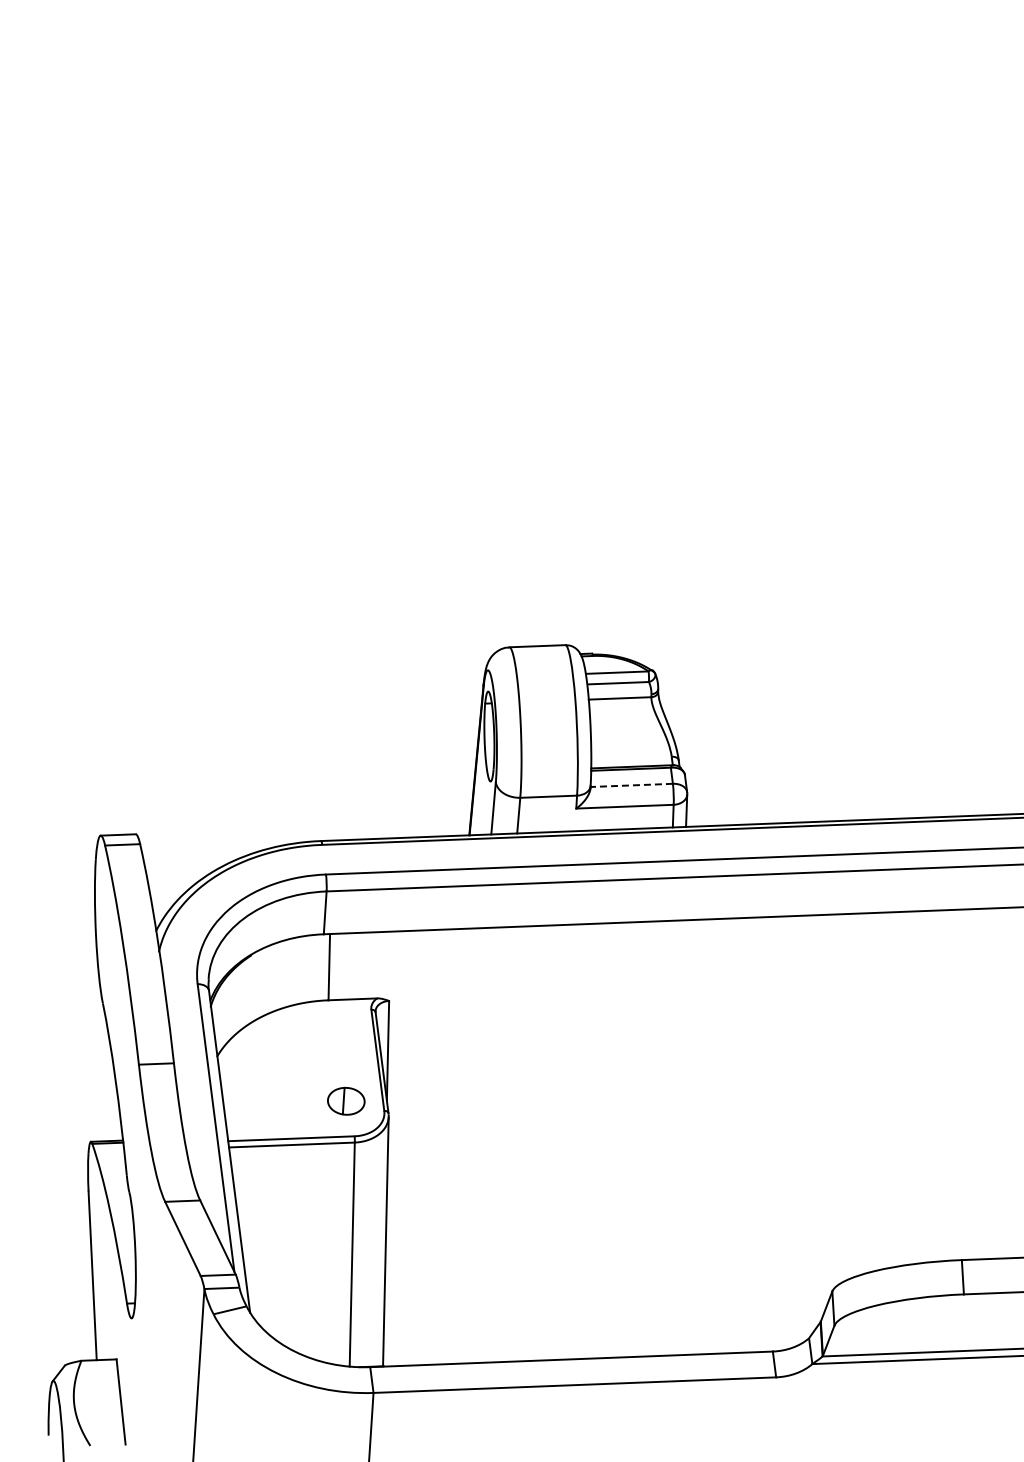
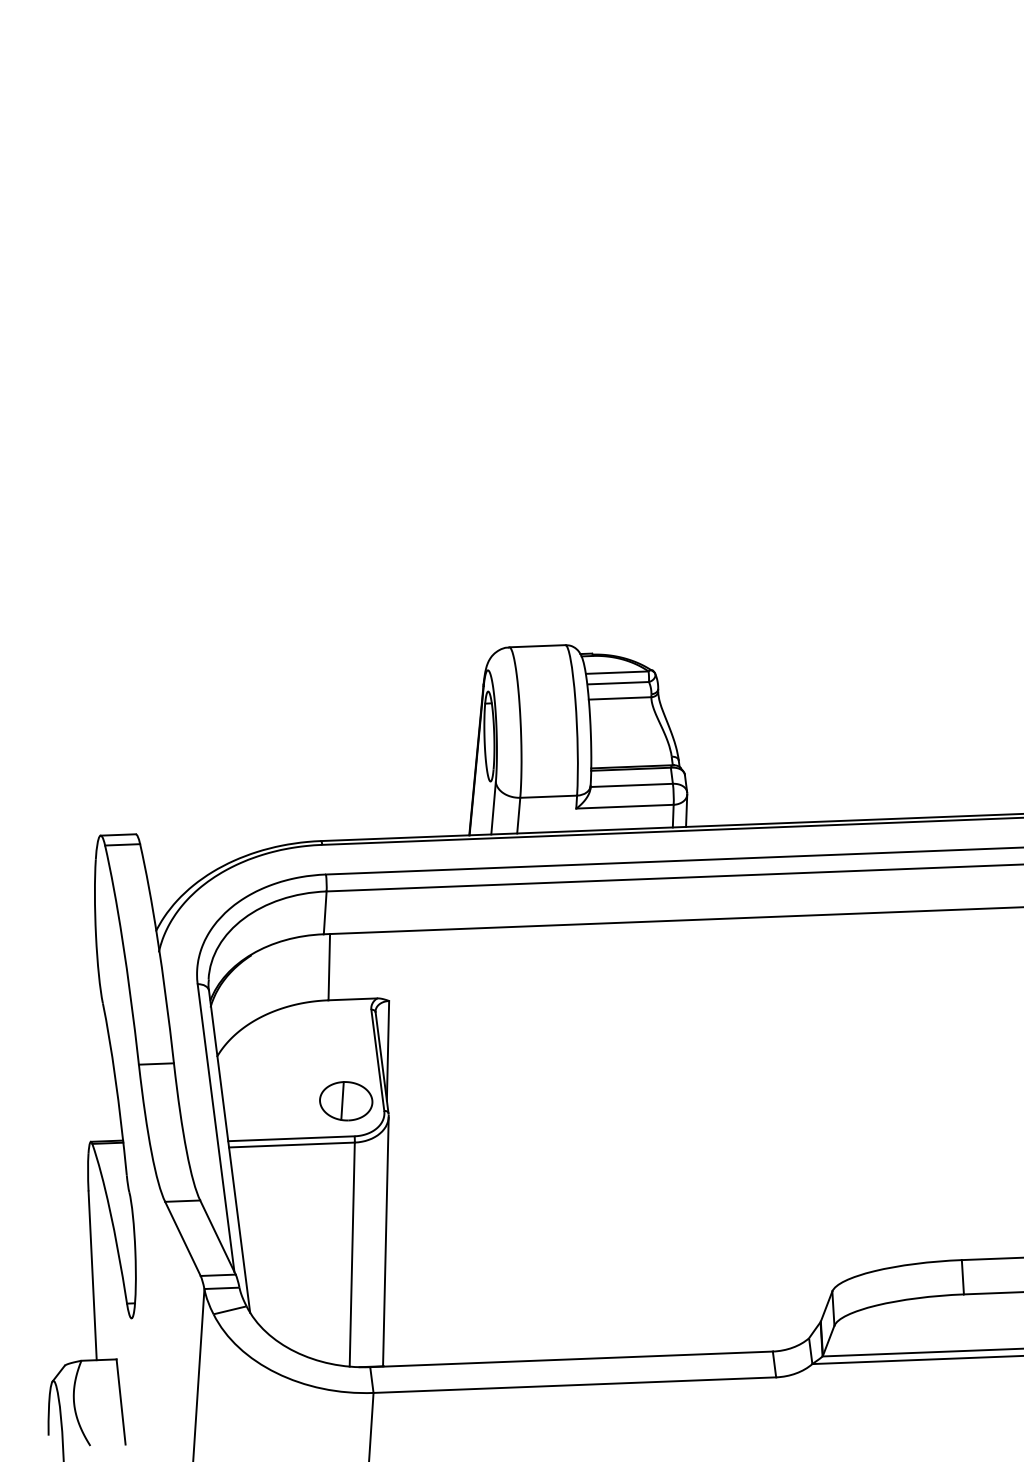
line at (631, 785): dashed -> solid
part at (346, 1100) size: 39x30 px -> 55x41 px
